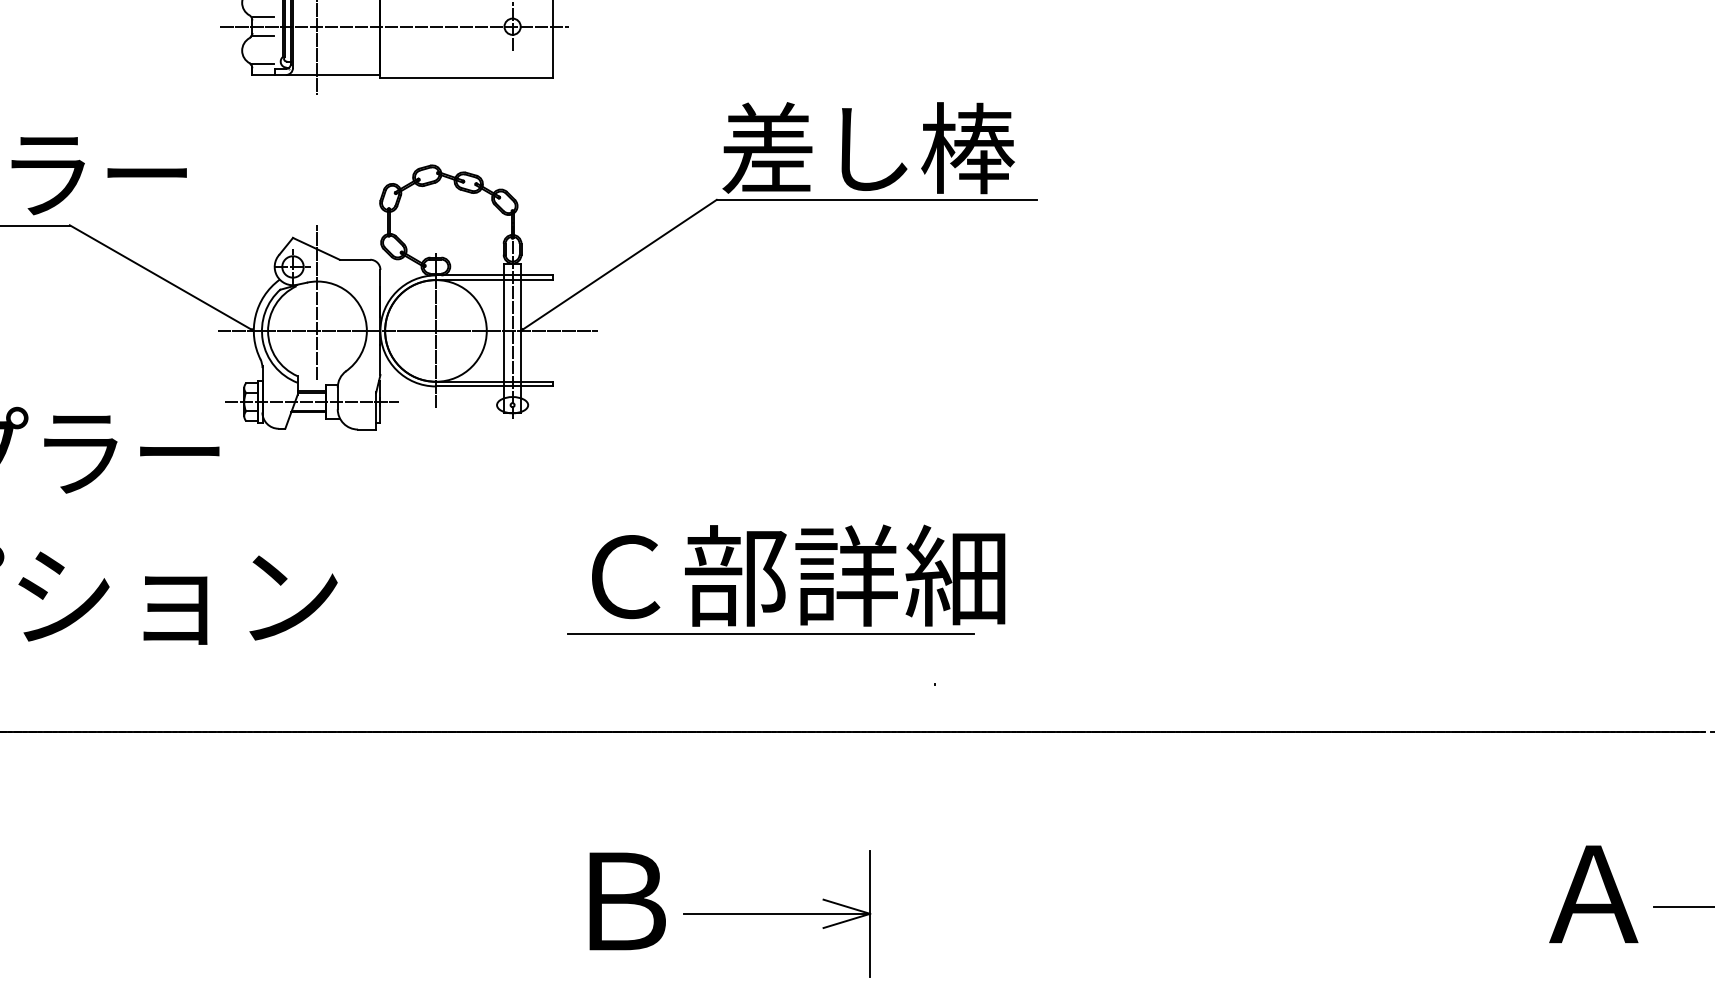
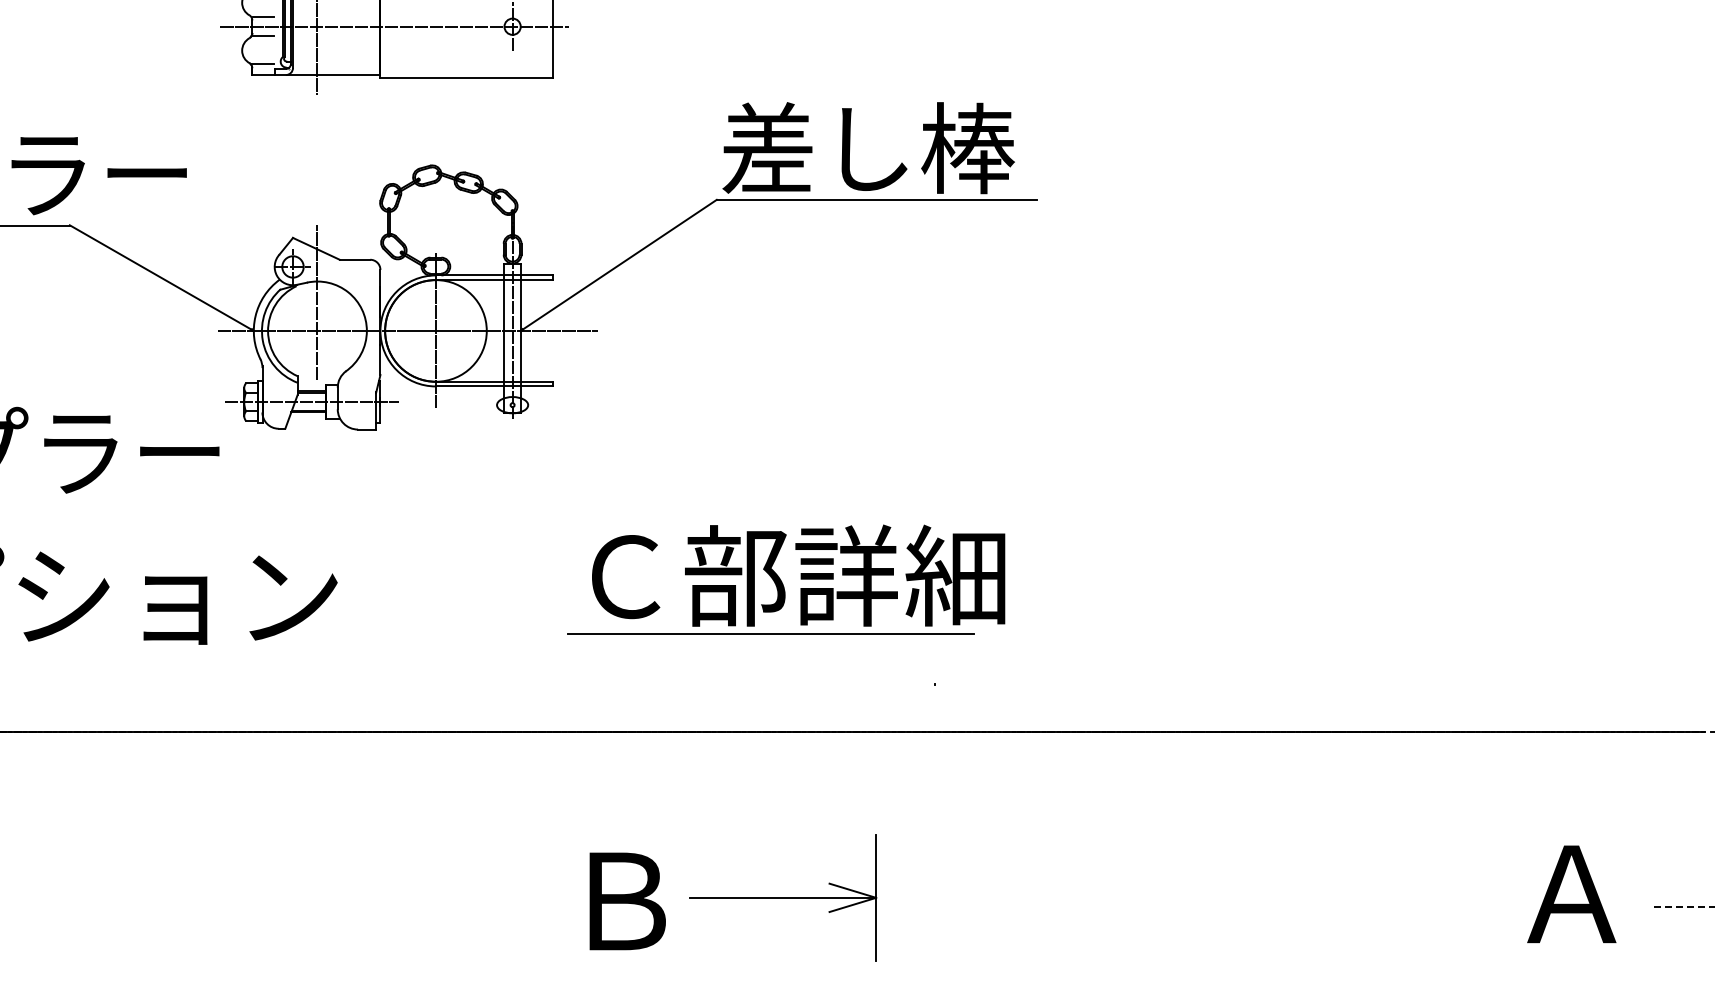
text at (1593, 894) position: (1593, 894) -> (1571, 894)
line at (1684, 906): solid -> dashed
part at (777, 913) position: (777, 913) -> (783, 897)
